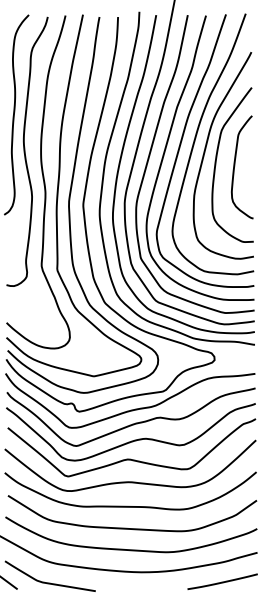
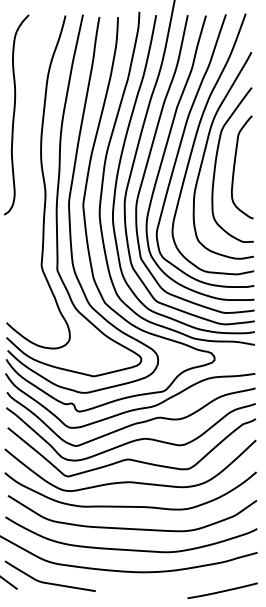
curve at (25, 151): present -> none
line at (222, 581) position: (222, 581) -> (222, 590)
